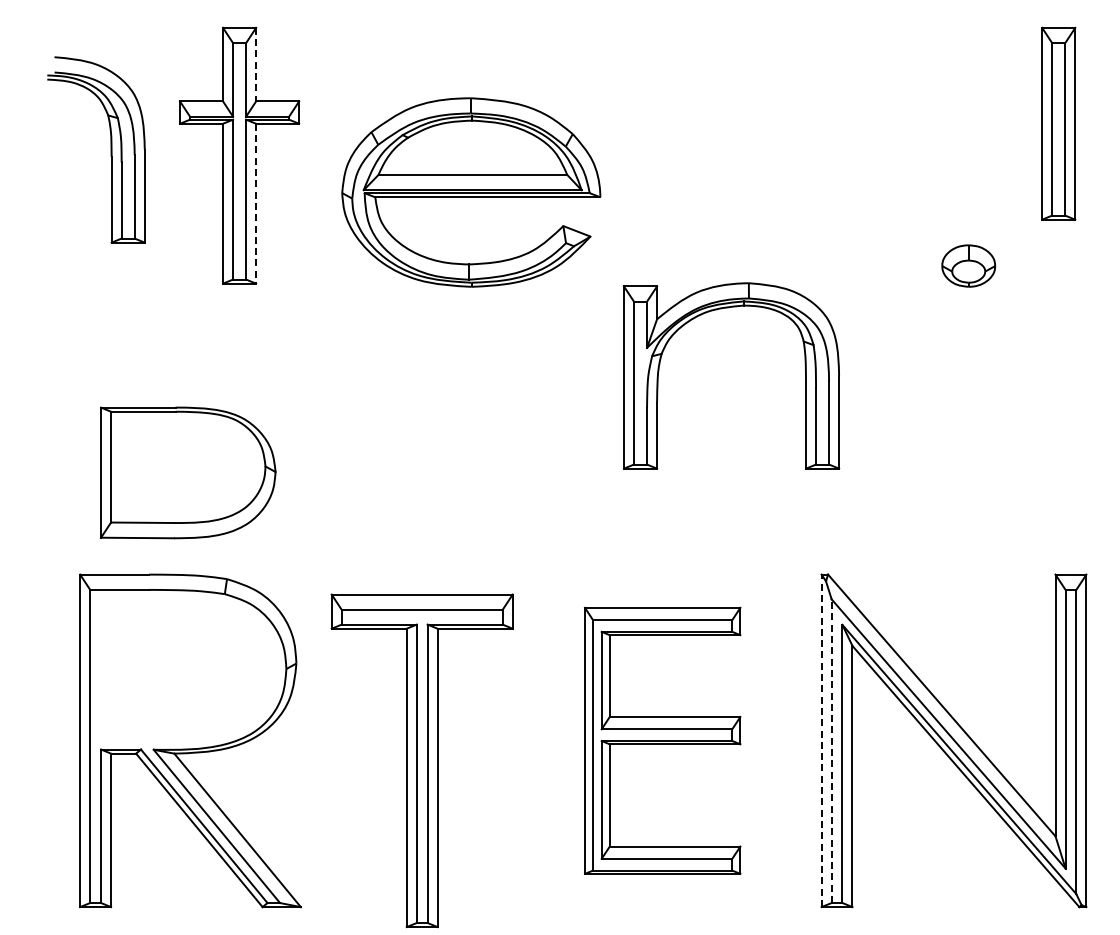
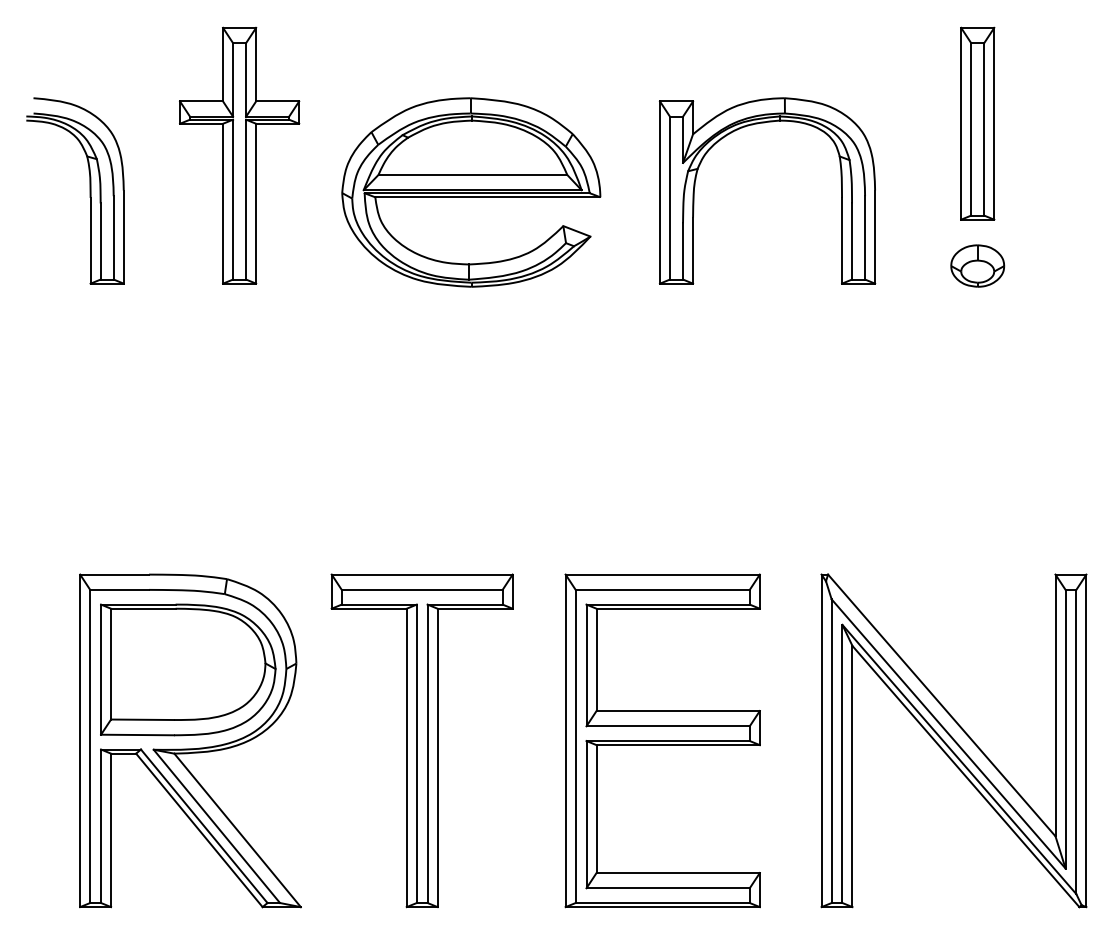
line at (256, 64): dashed -> solid
part at (1058, 123) position: (1058, 123) -> (977, 123)
part at (110, 149) position: (110, 149) -> (89, 190)
line at (256, 203): dashed -> solid
part at (968, 265) position: (968, 265) -> (977, 265)
part at (716, 310) position: (716, 310) -> (752, 125)
part at (188, 472) position: (188, 472) -> (188, 669)
part at (662, 740) size: 158x269 px -> 197x336 px
line at (821, 740): dashed -> solid
line at (831, 751): dashed -> solid
part at (421, 760) position: (421, 760) -> (421, 740)
